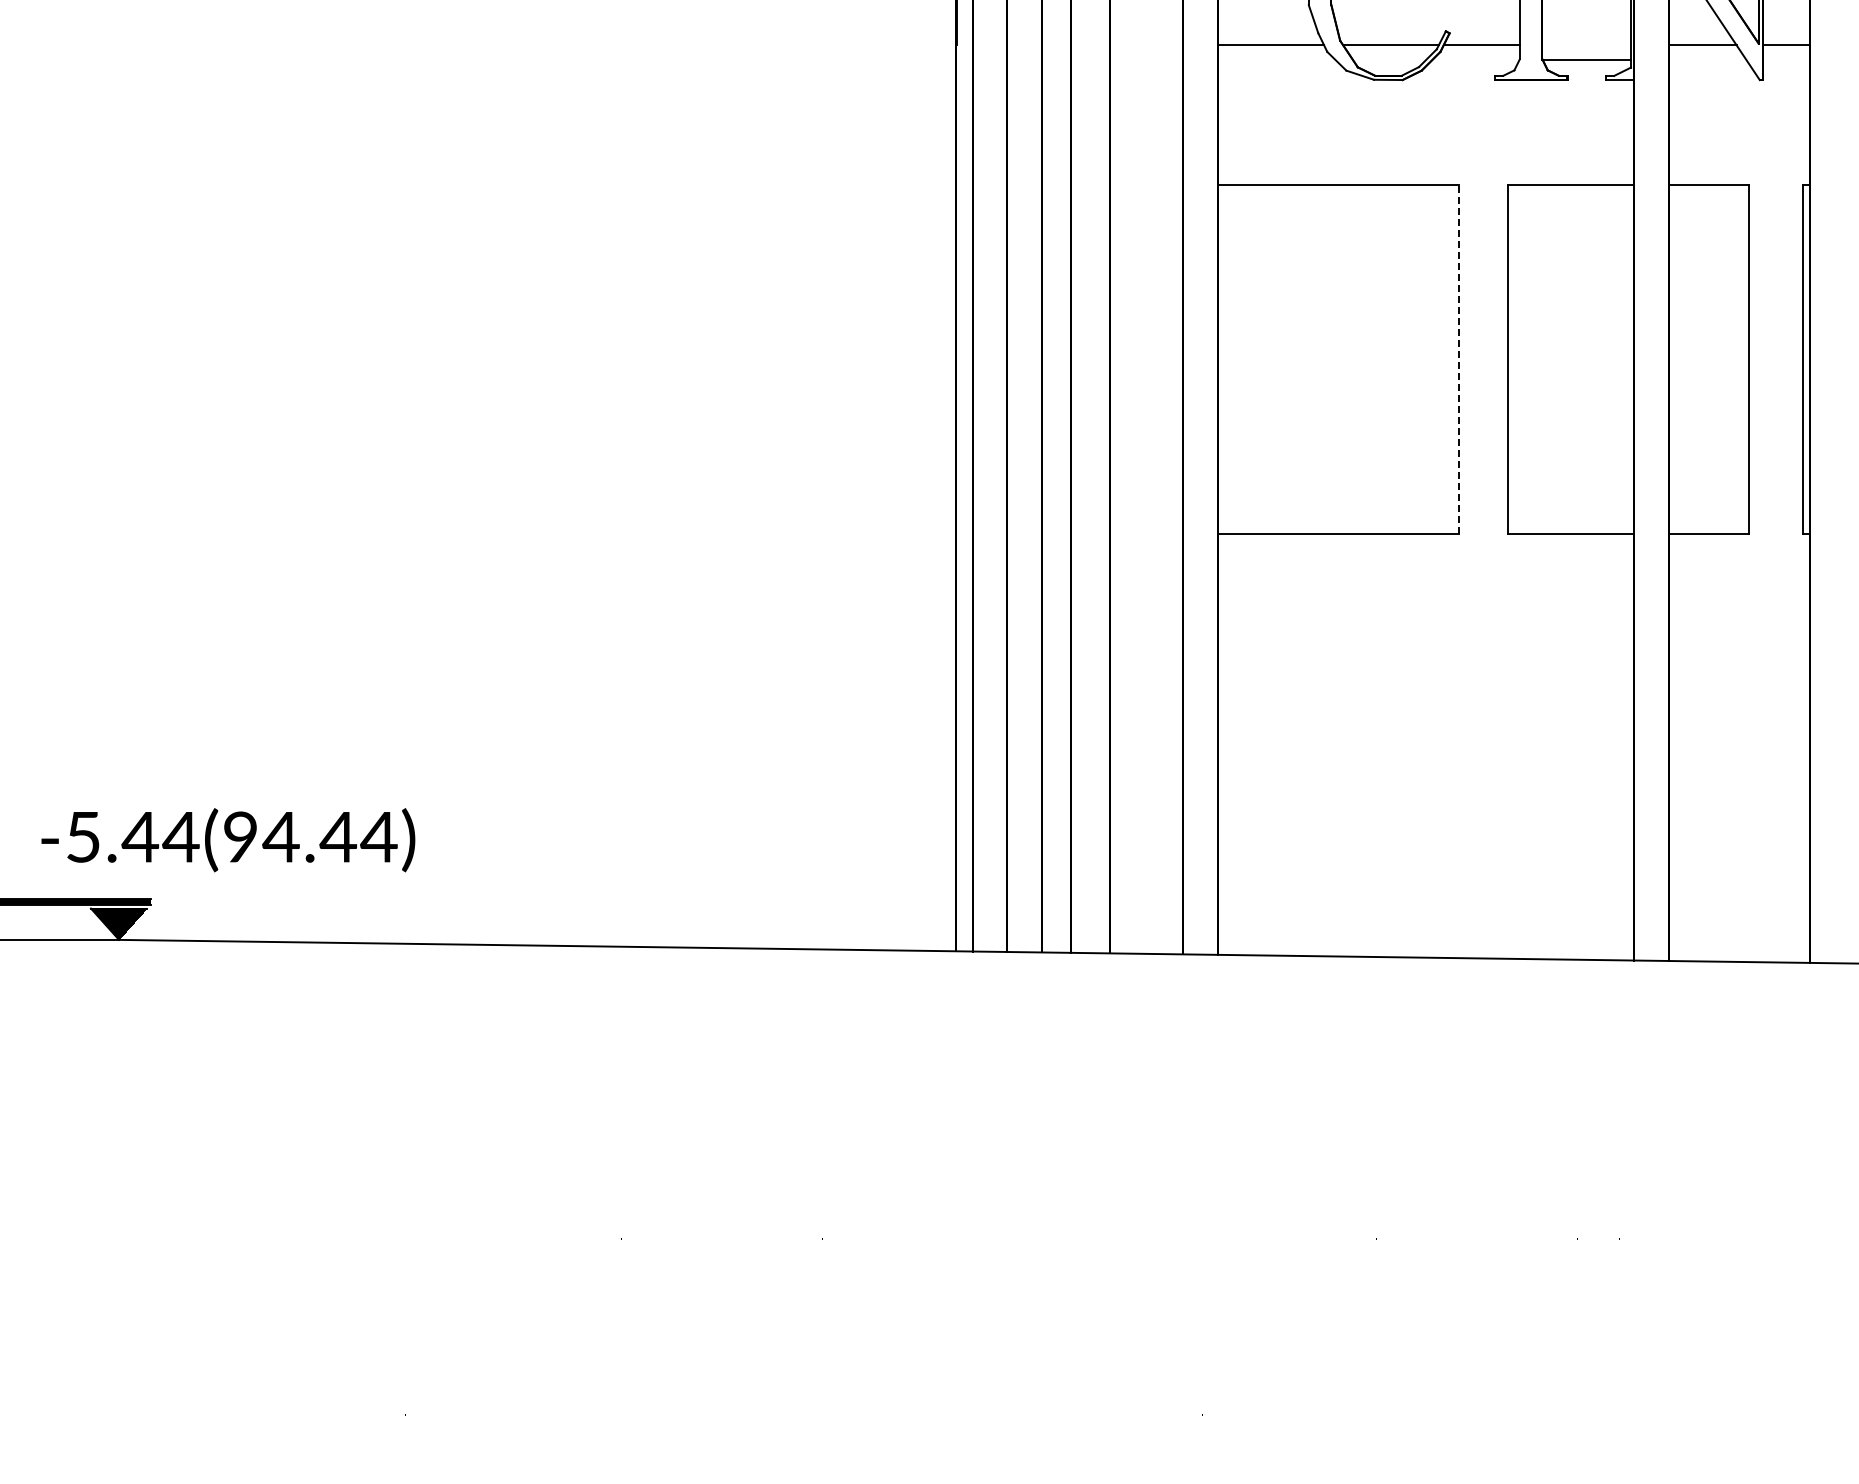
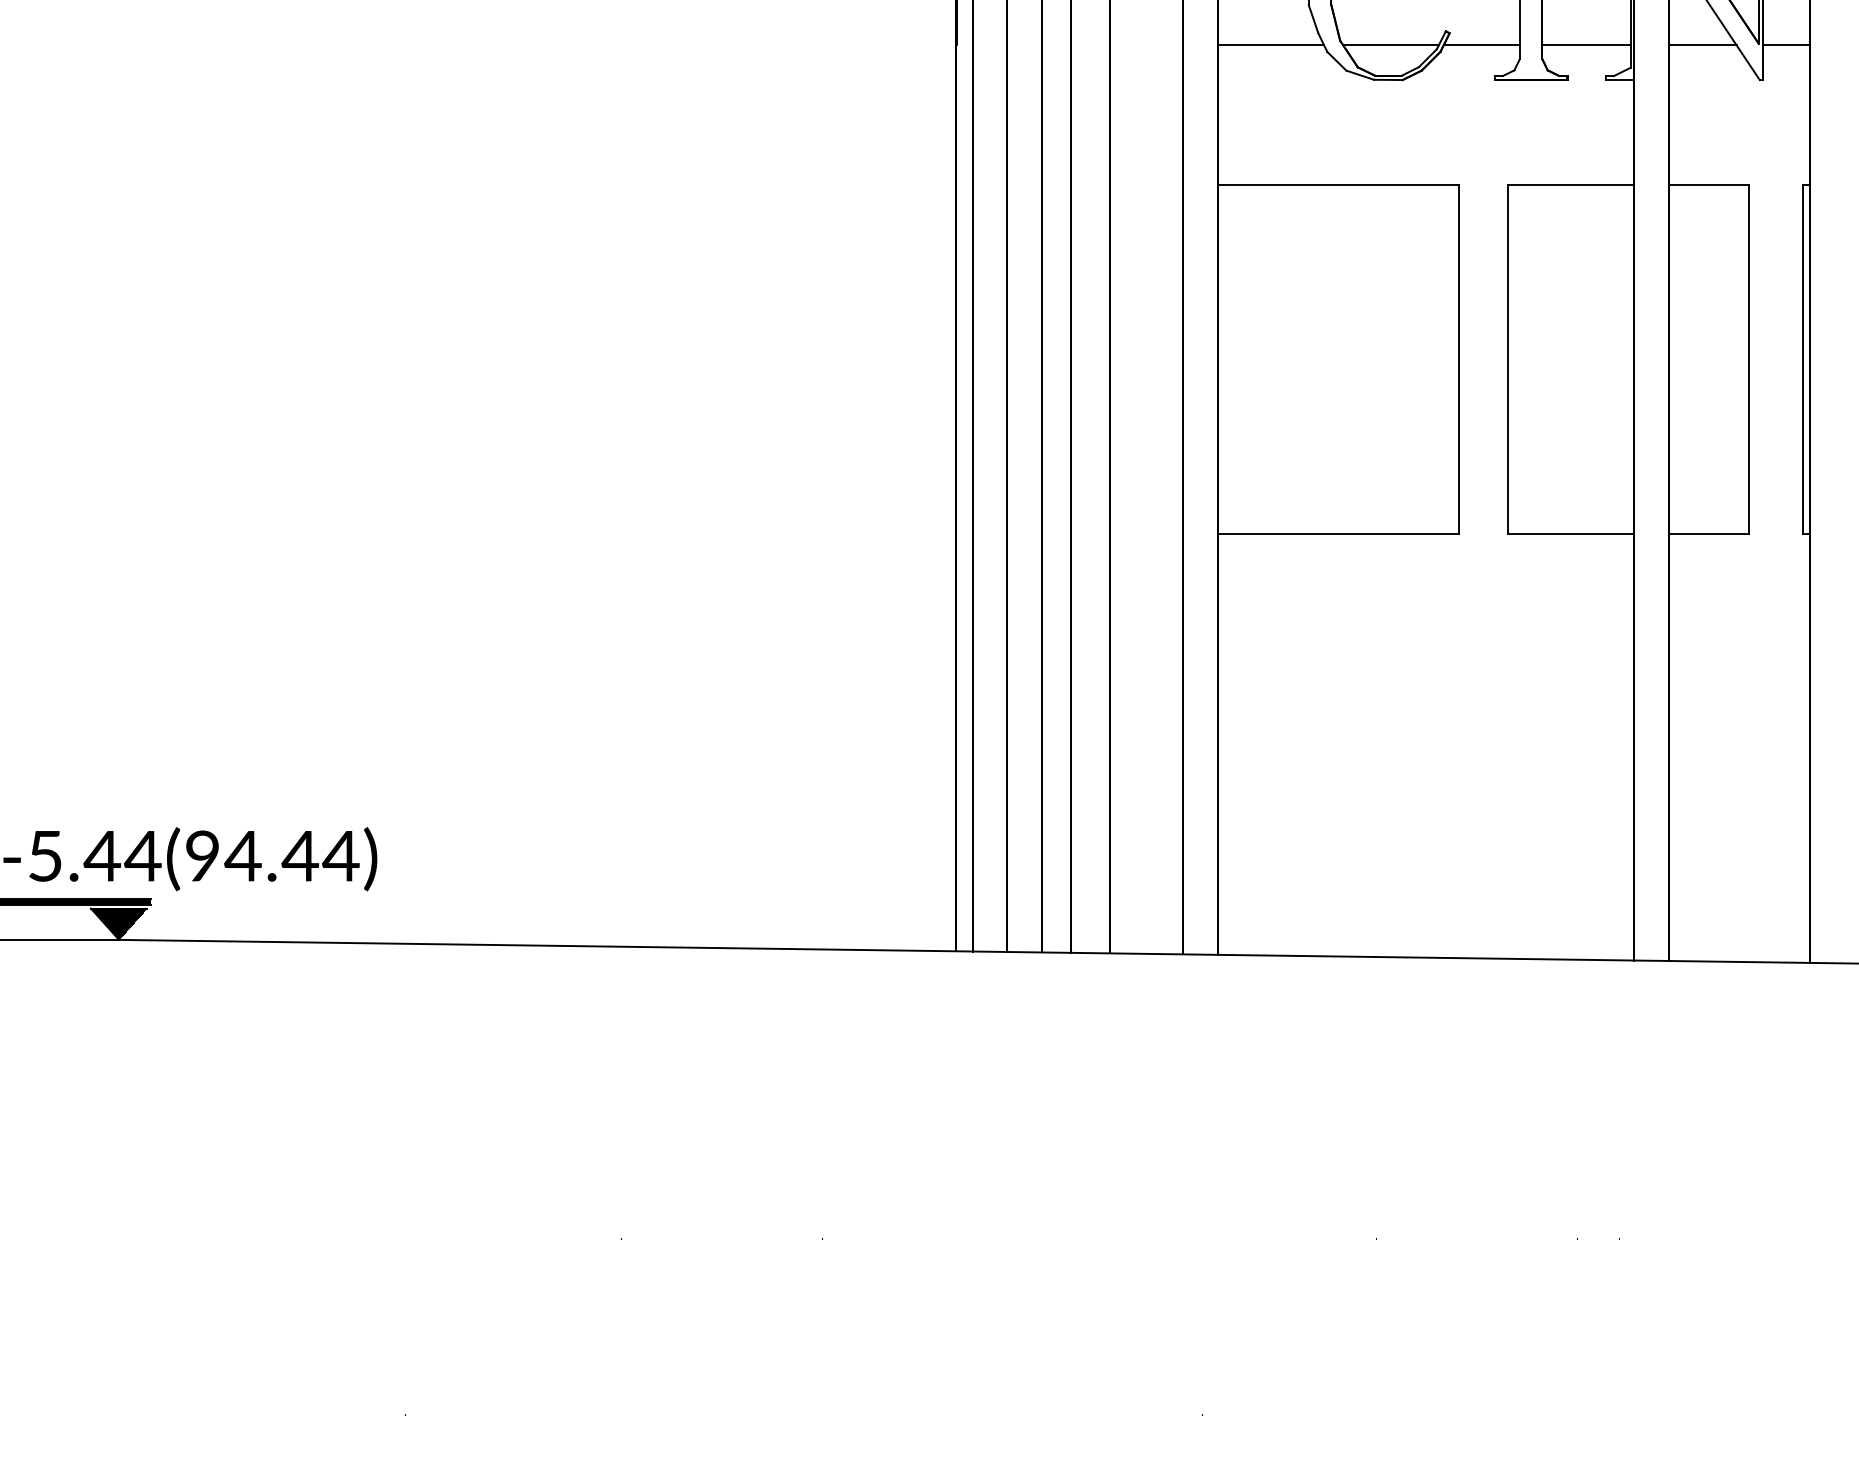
line at (1586, 60) position: (1586, 60) -> (1586, 45)
line at (1458, 358): dashed -> solid
text at (228, 840) position: (228, 840) -> (190, 859)
